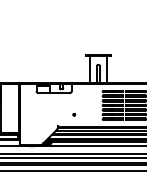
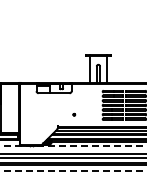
line at (73, 146): solid -> dashed
line at (73, 170): solid -> dashed
